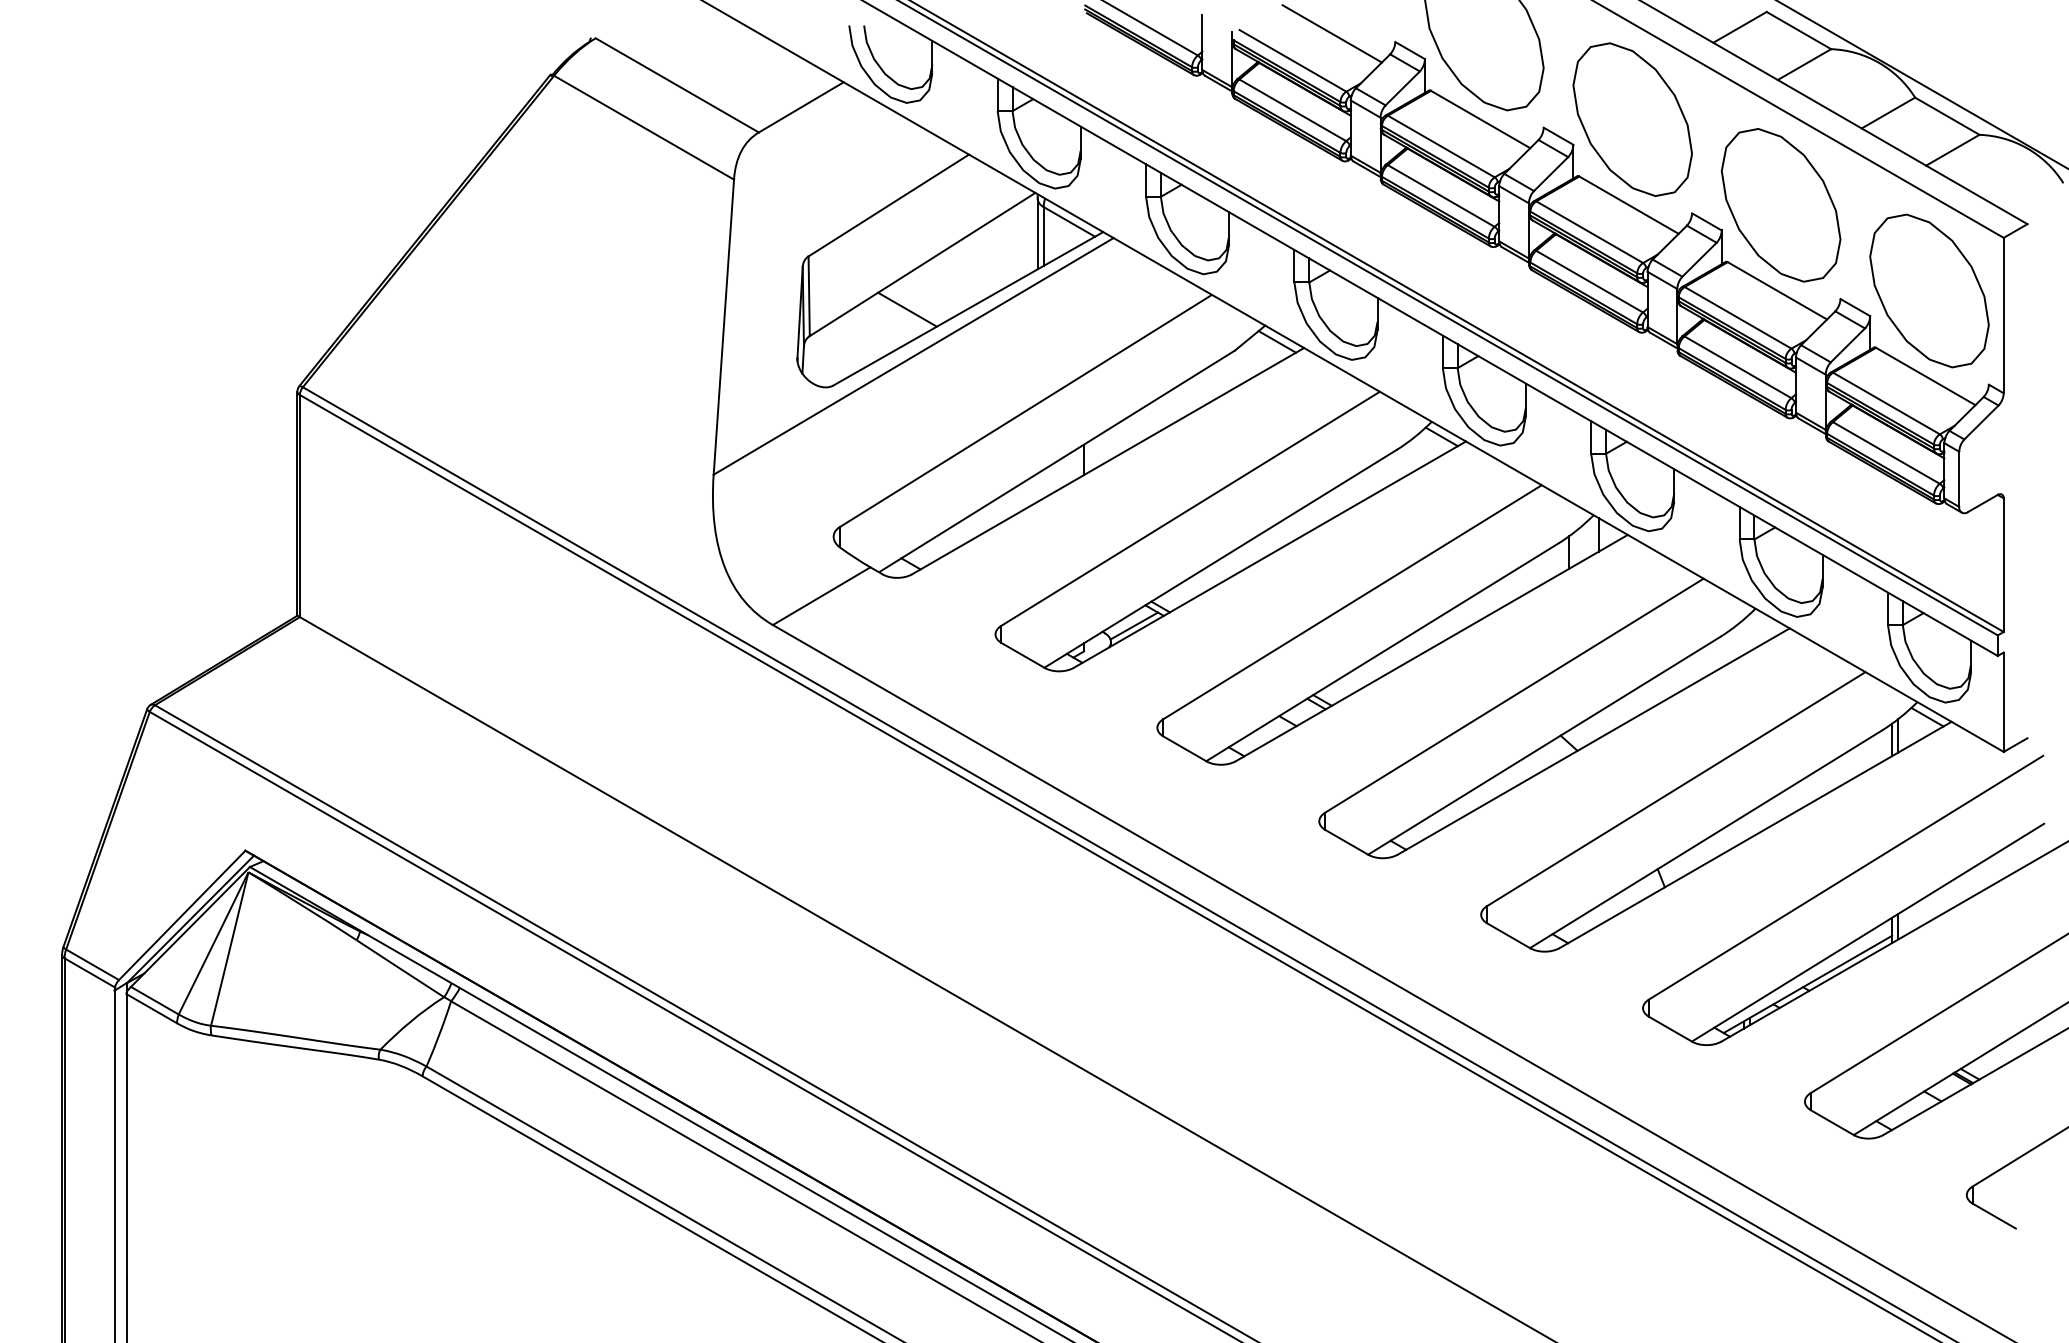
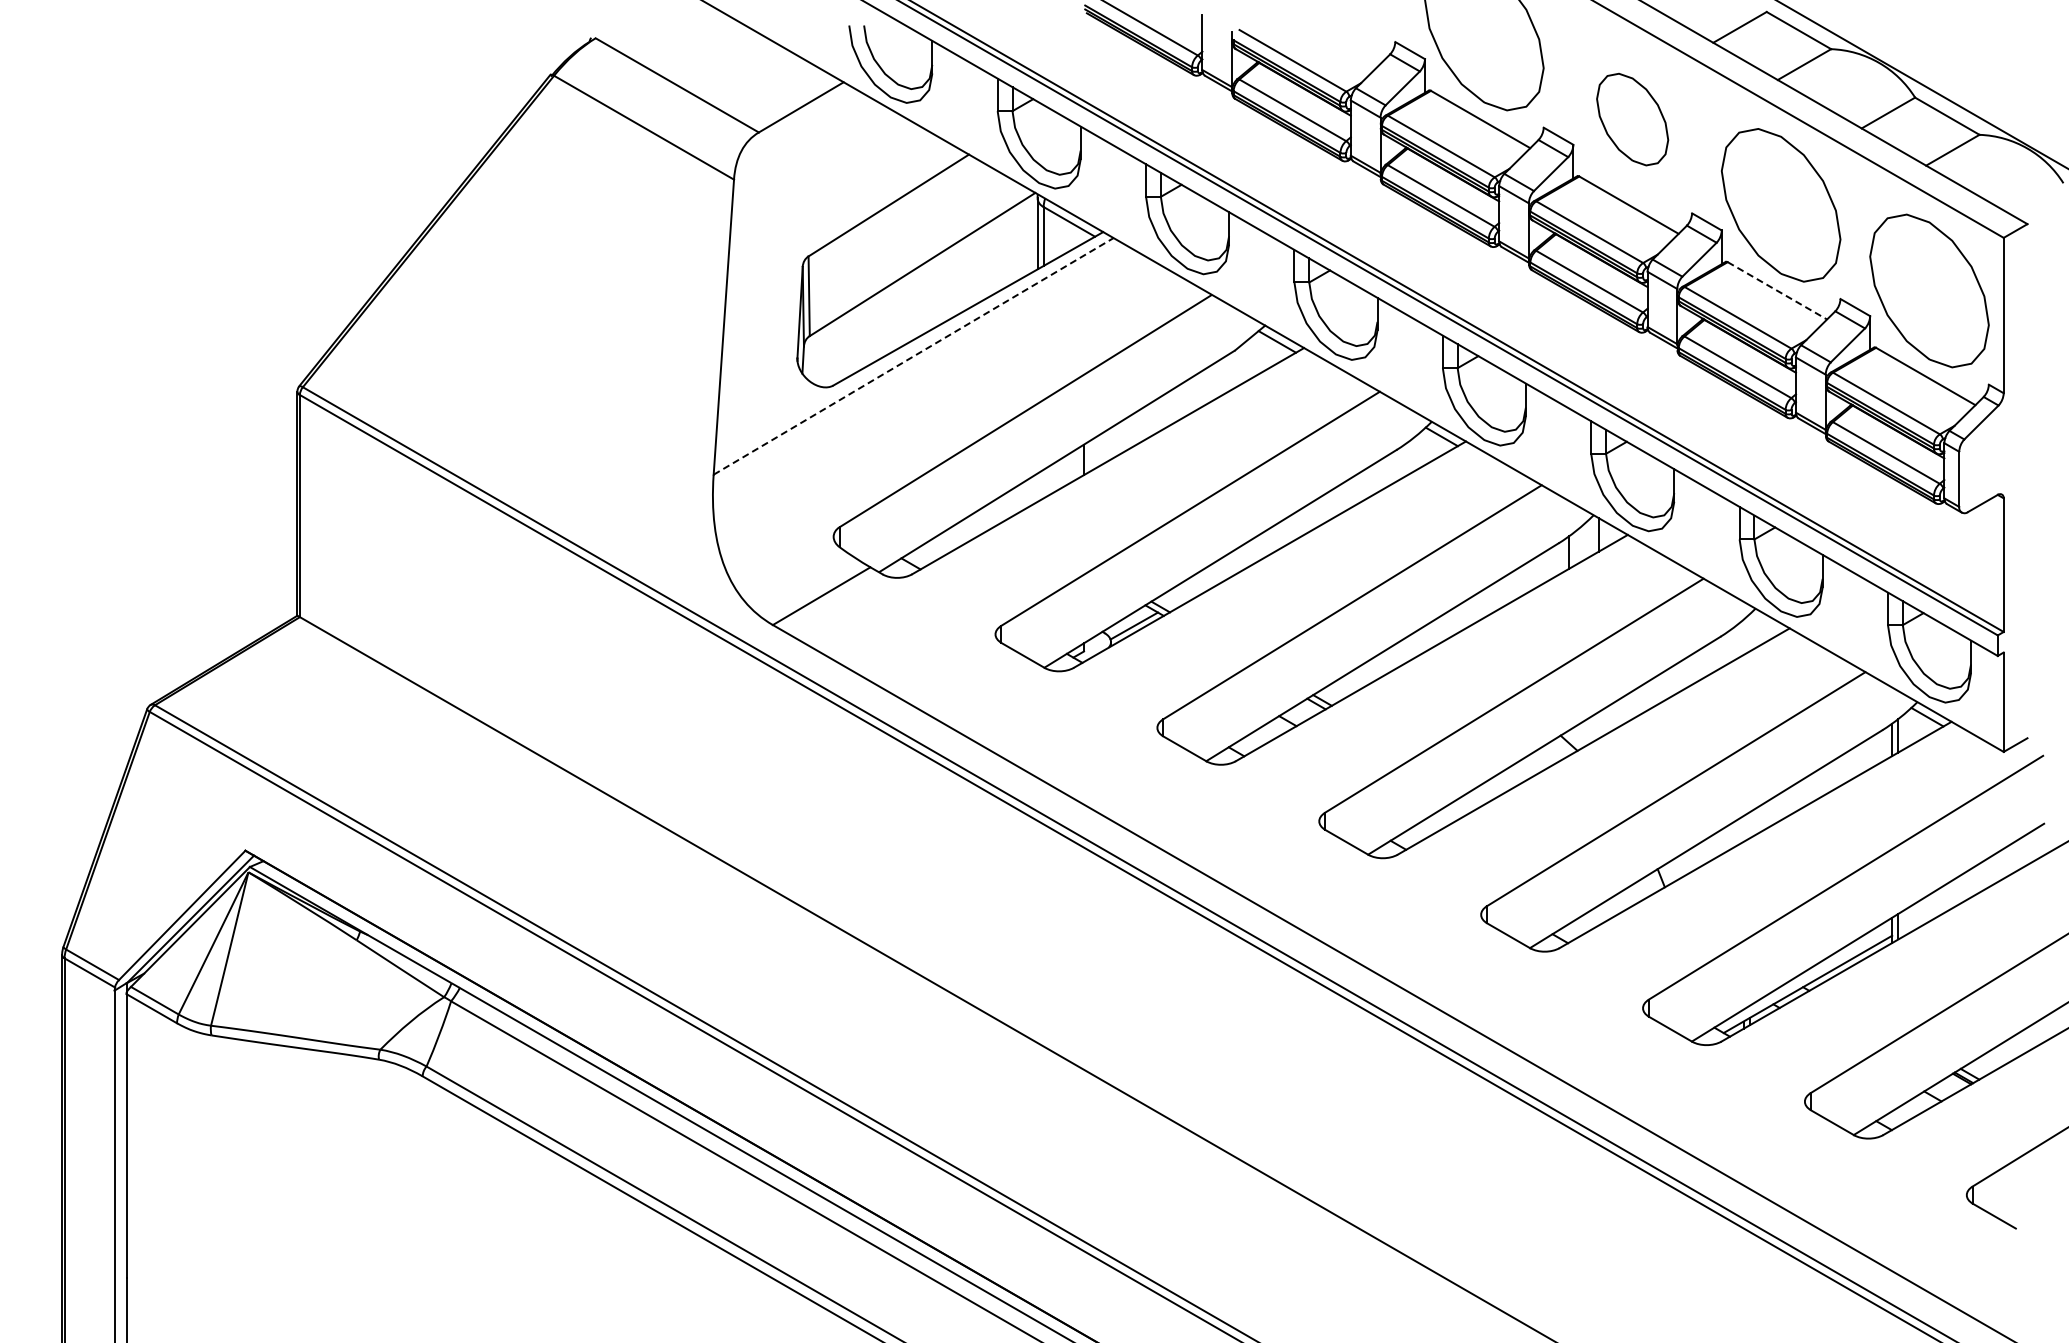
line at (1331, 33): present -> none
part at (1632, 119) size: 121x155 px -> 74x95 px
line at (1777, 291): solid -> dashed
line at (907, 309): present -> none
line at (914, 356): solid -> dashed
